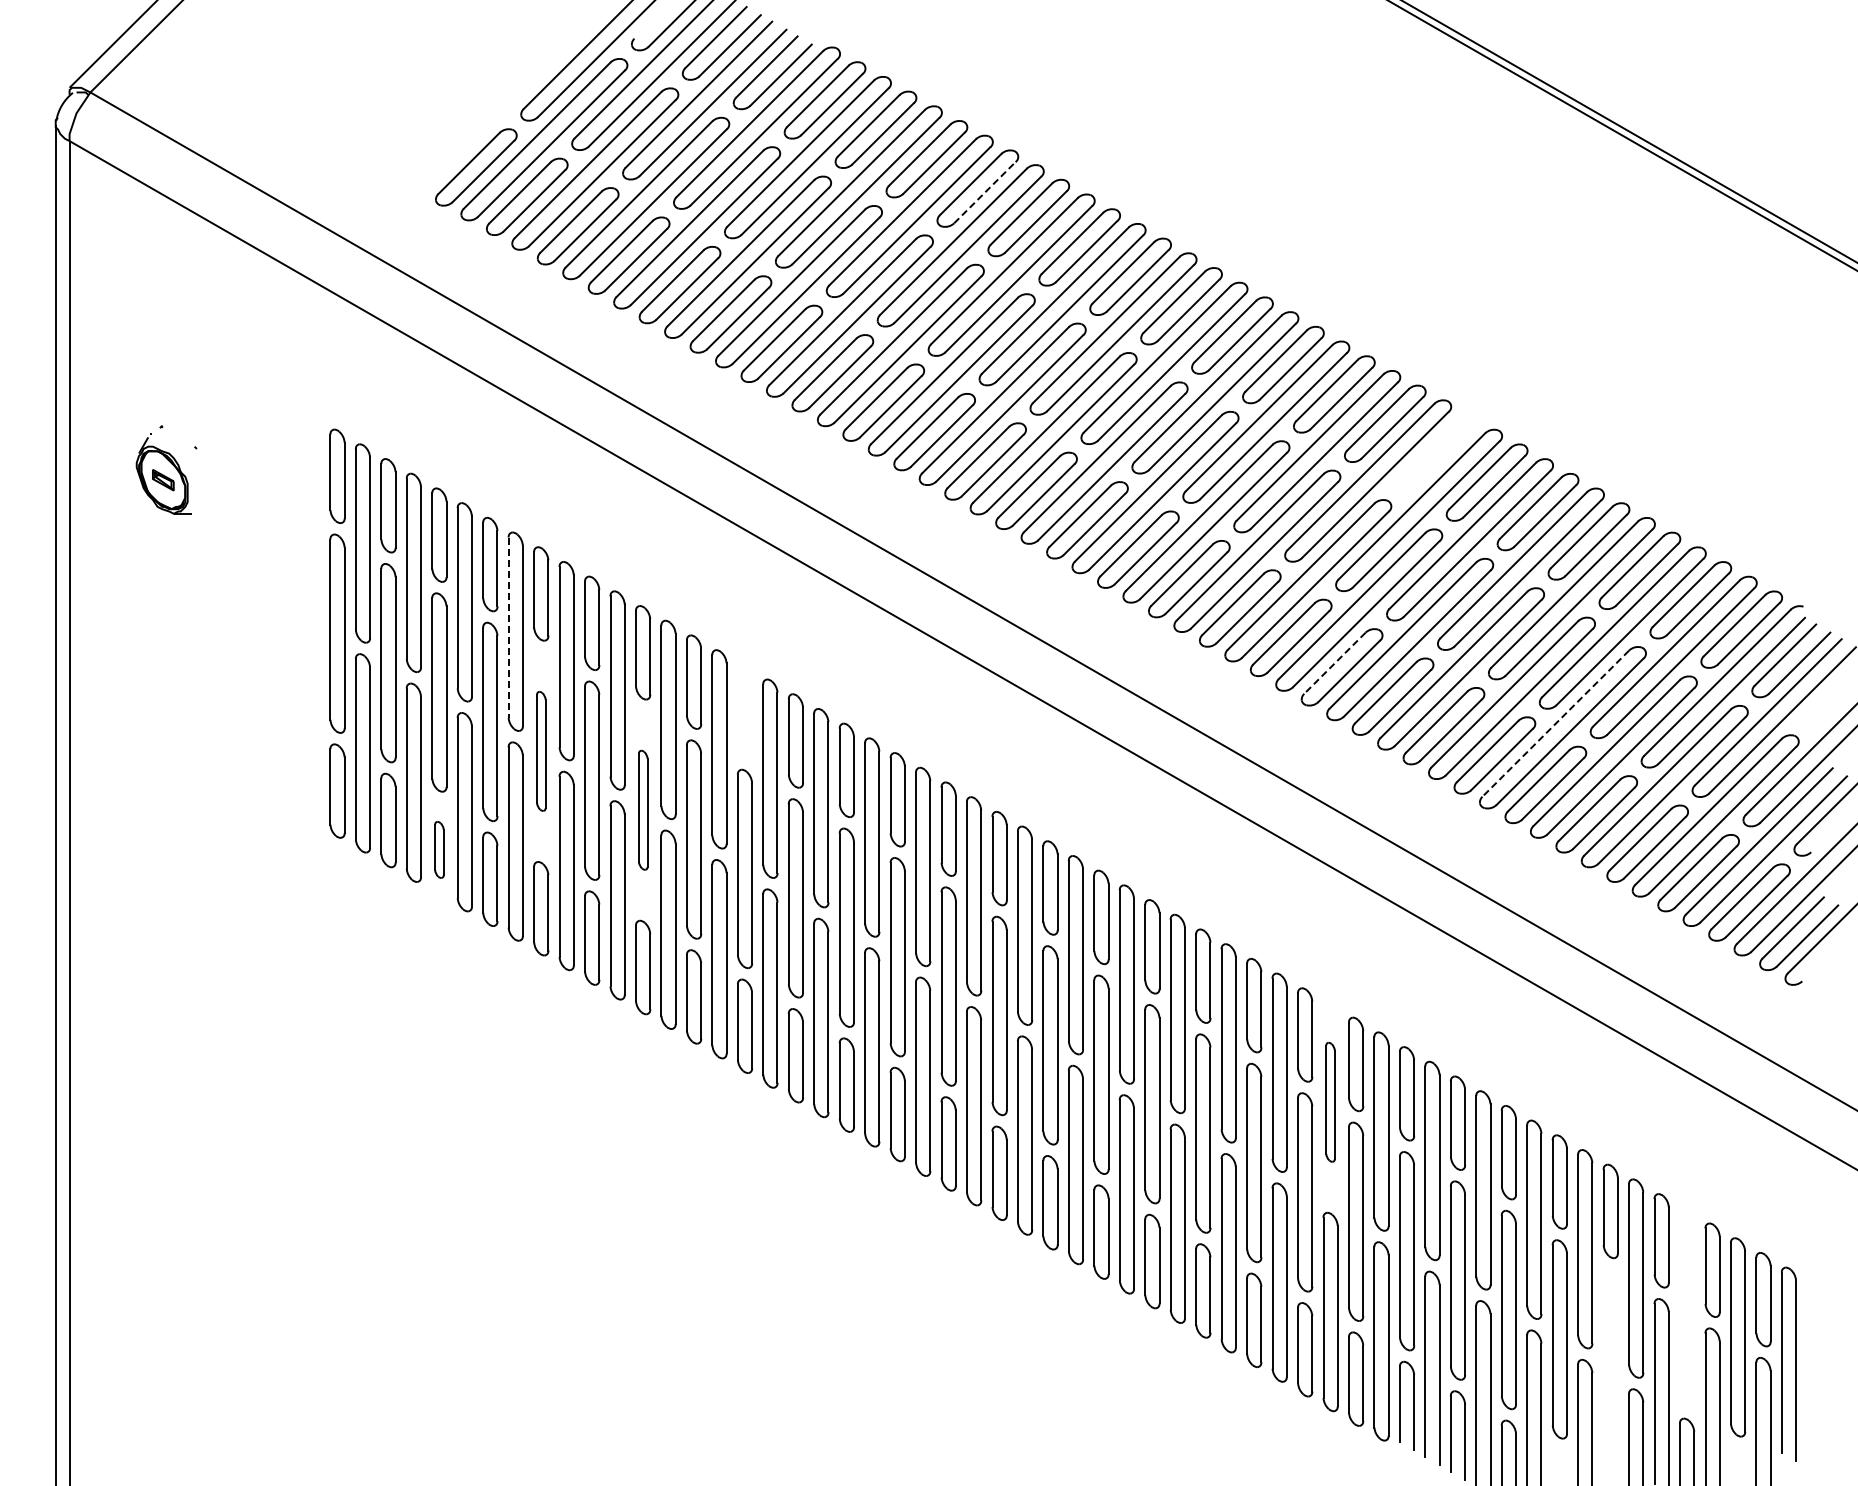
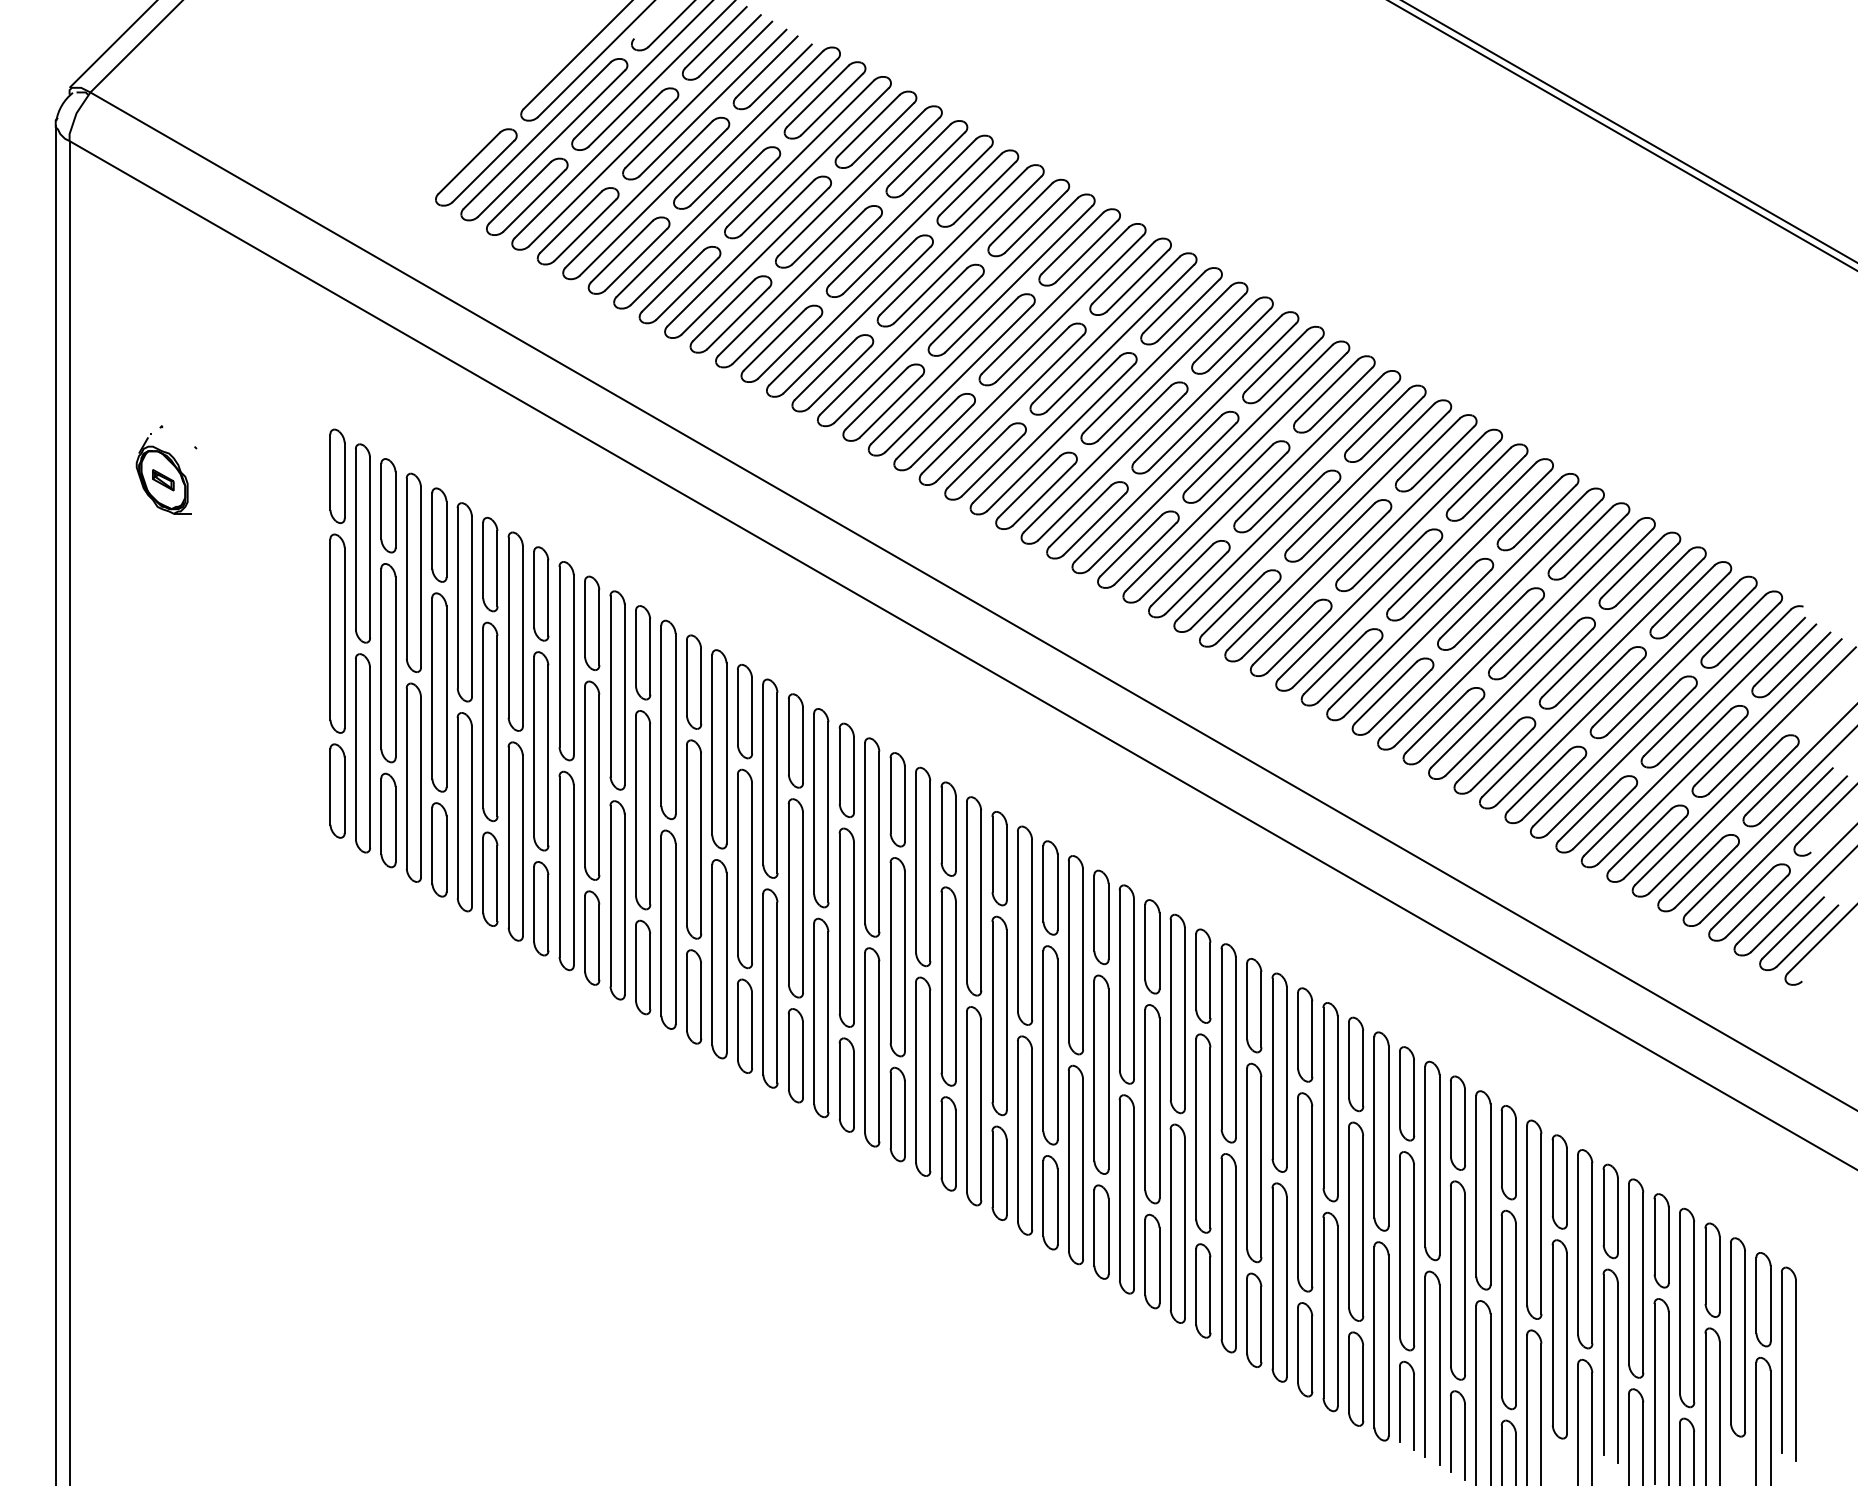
line at (985, 192): dashed -> solid
part at (1435, 453): none -> present
line at (508, 628): dashed -> solid
line at (1334, 663): dashed -> solid
part at (744, 711): none -> present
line at (1555, 724): dashed -> solid
part at (541, 751) size: 11x121 px -> 17x201 px
part at (643, 809) size: 11x122 px -> 17x201 px
part at (439, 849) size: 11x58 px -> 17x96 px
part at (1330, 1101) size: 11x122 px -> 17x201 px
part at (1687, 1307): none -> present
part at (1610, 1365): none -> present
